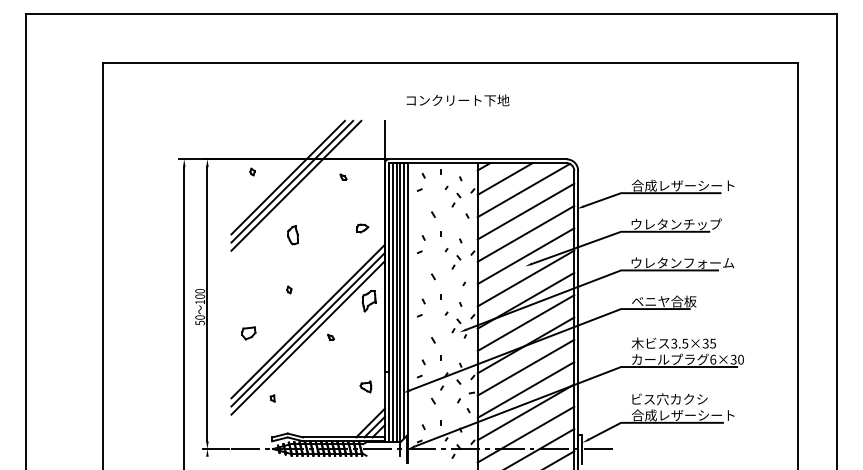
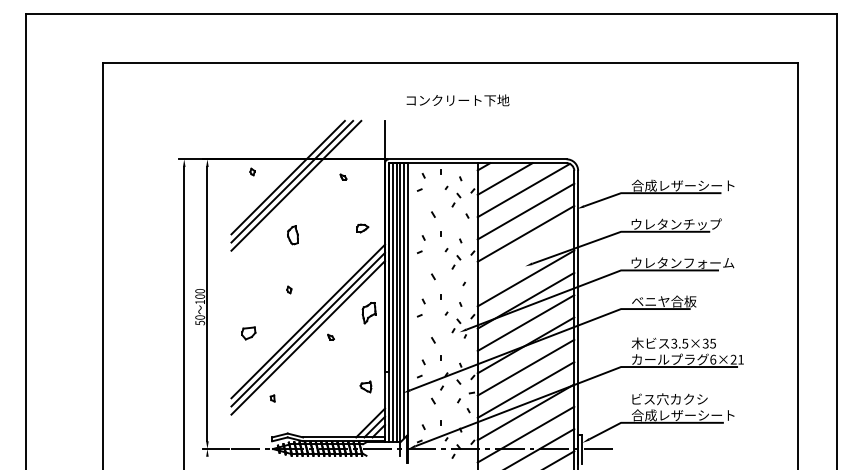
line at (525, 256): present -> none
part at (368, 301) position: (368, 301) -> (368, 313)
text at (736, 359): 6×30 -> 6×21
